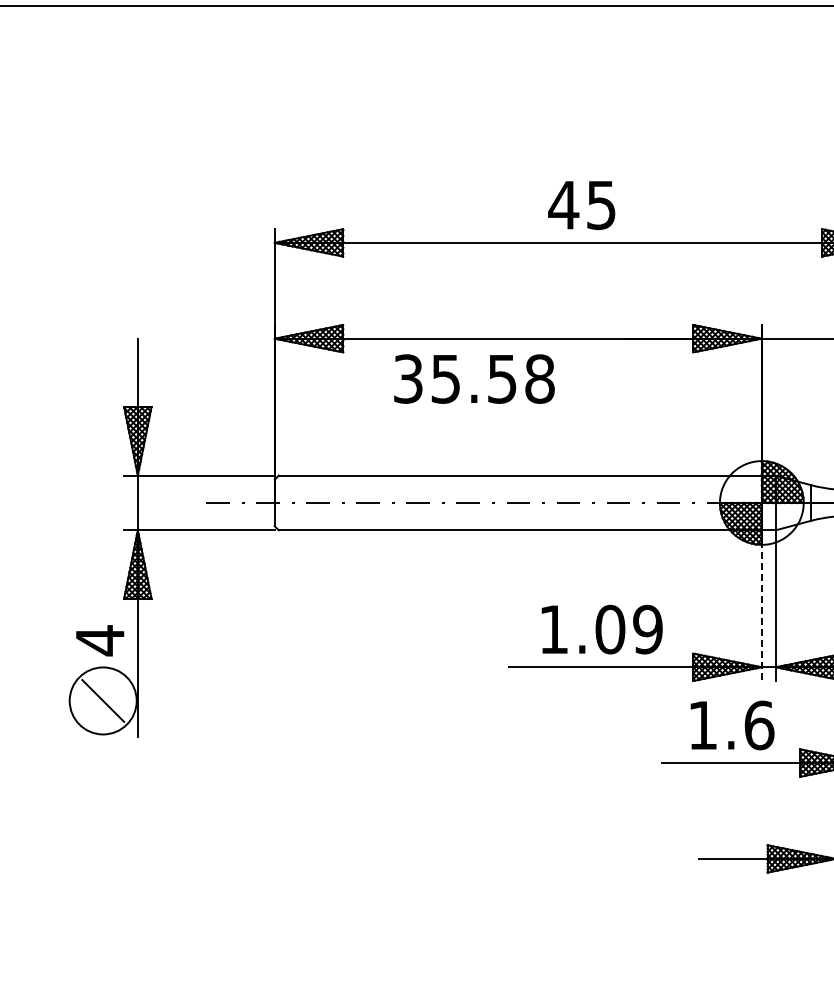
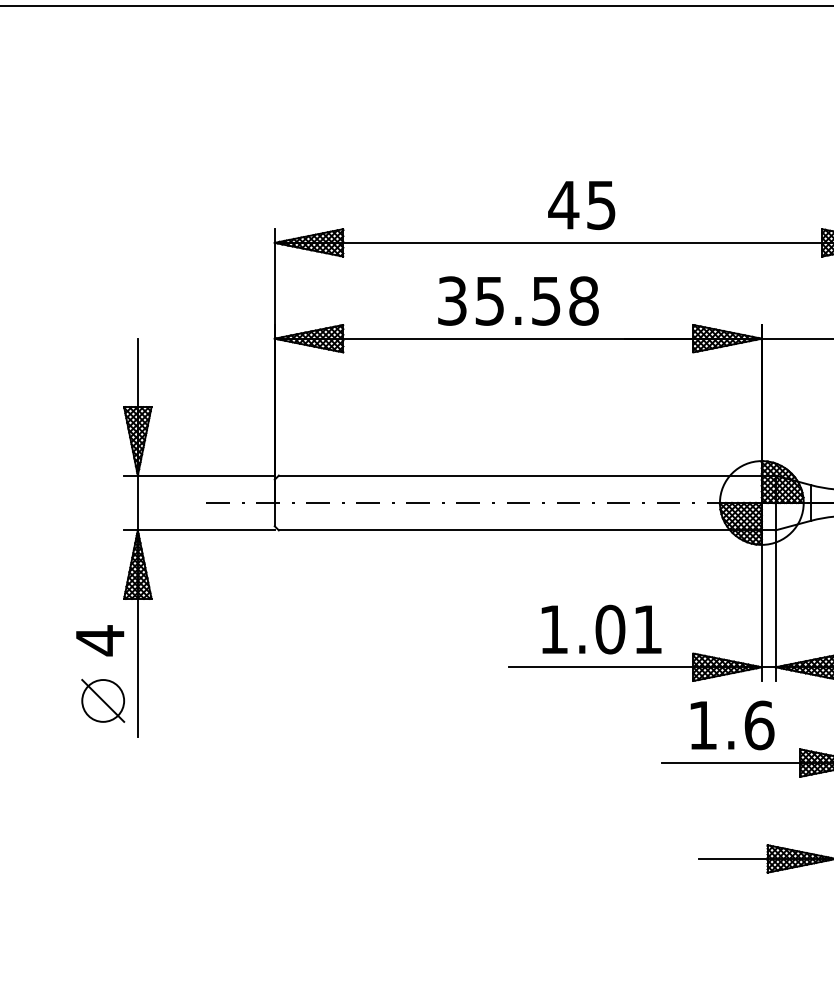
text at (474, 378) position: (474, 378) -> (518, 300)
line at (761, 606): dashed -> solid
text at (647, 629): 1.09 -> 1.01
circle at (102, 700) diameter: 67 px -> 42 px
